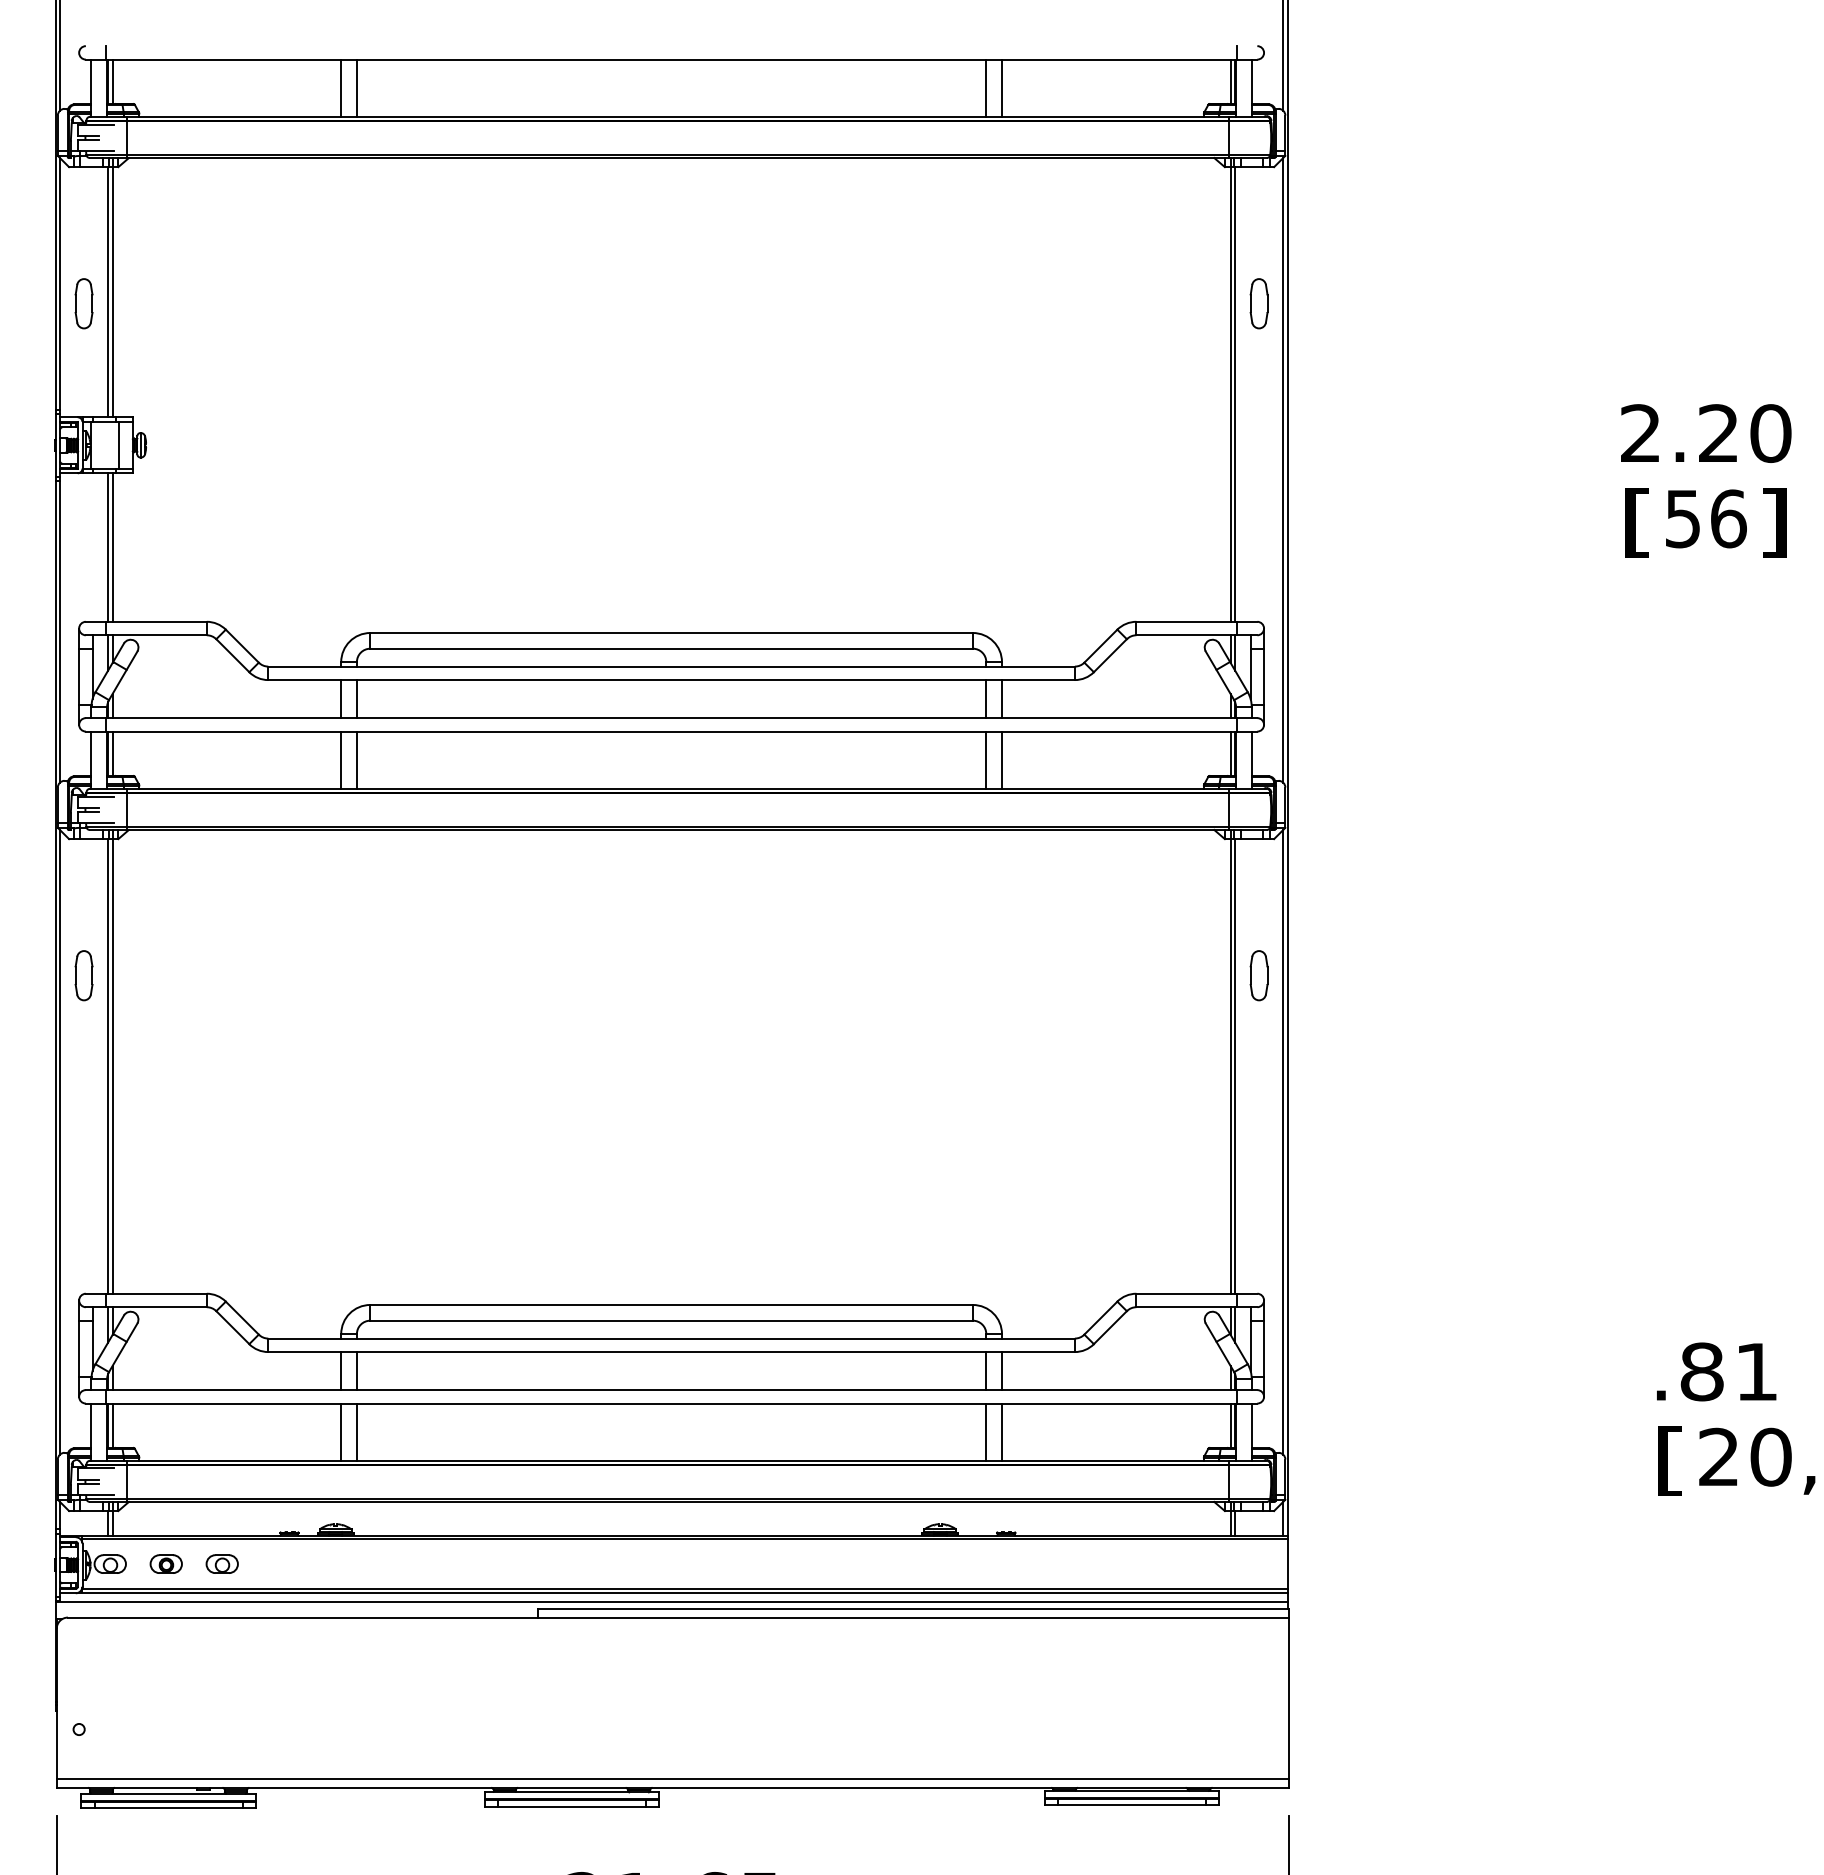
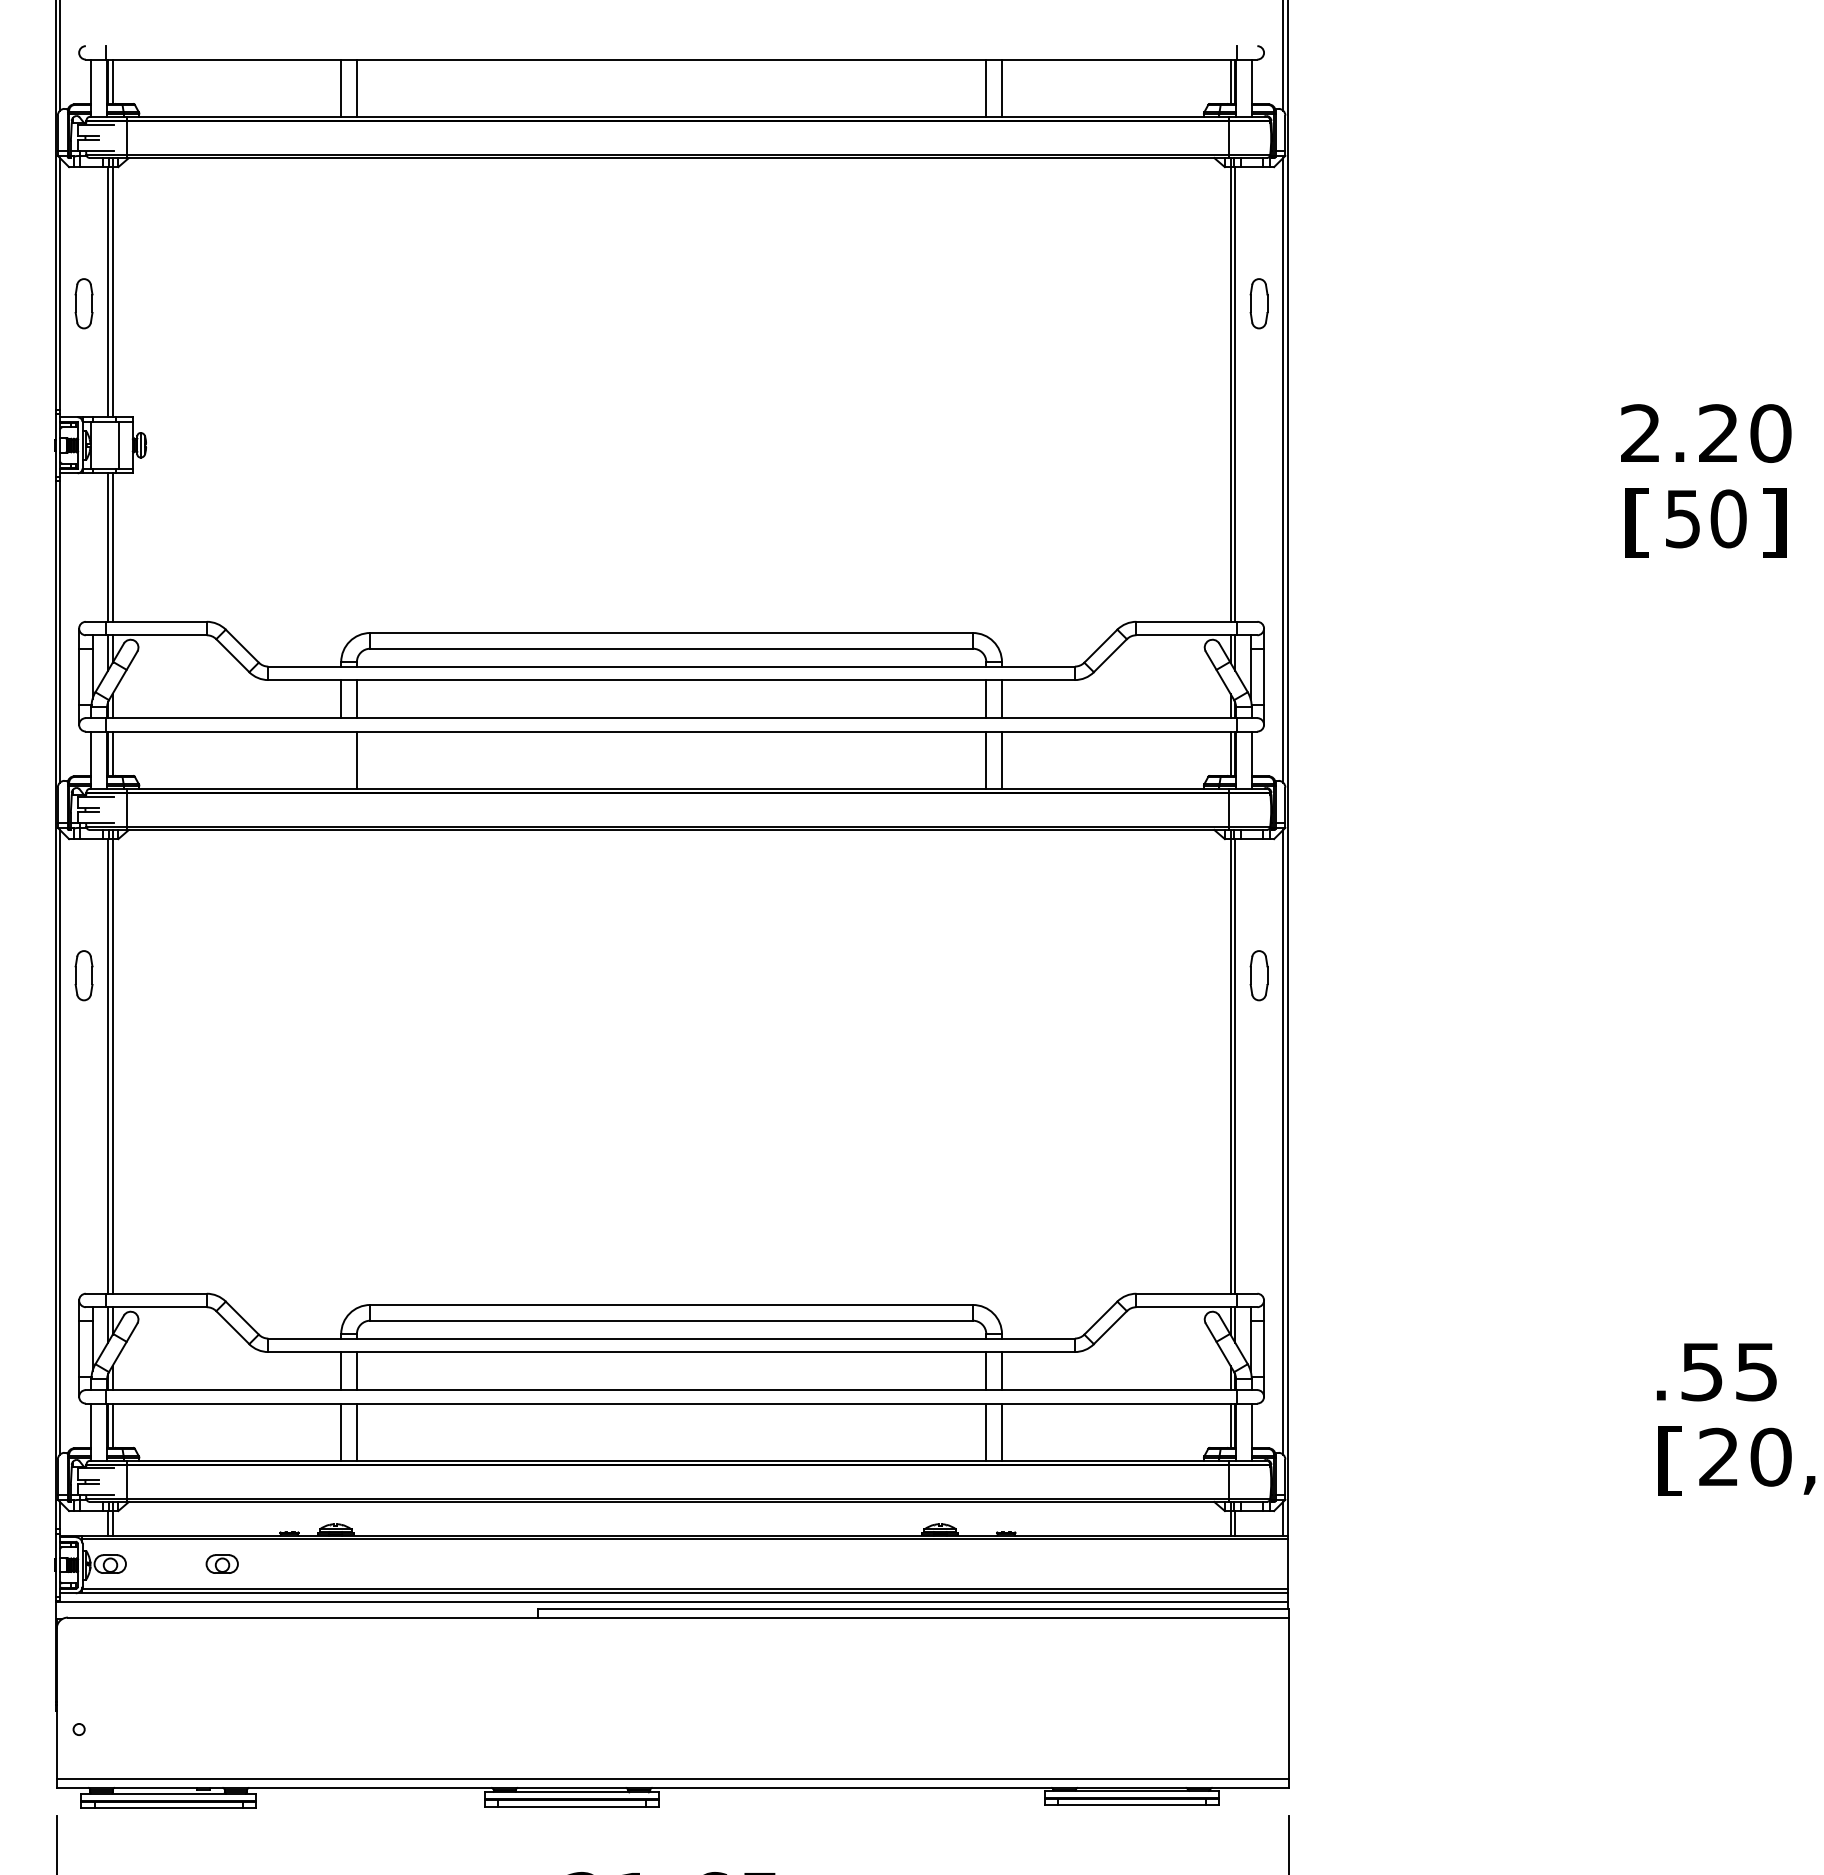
text at (1728, 518): 56 -> 50
line at (341, 759): present -> none
text at (1728, 1371): .81 -> .55
part at (165, 1563): present -> none
